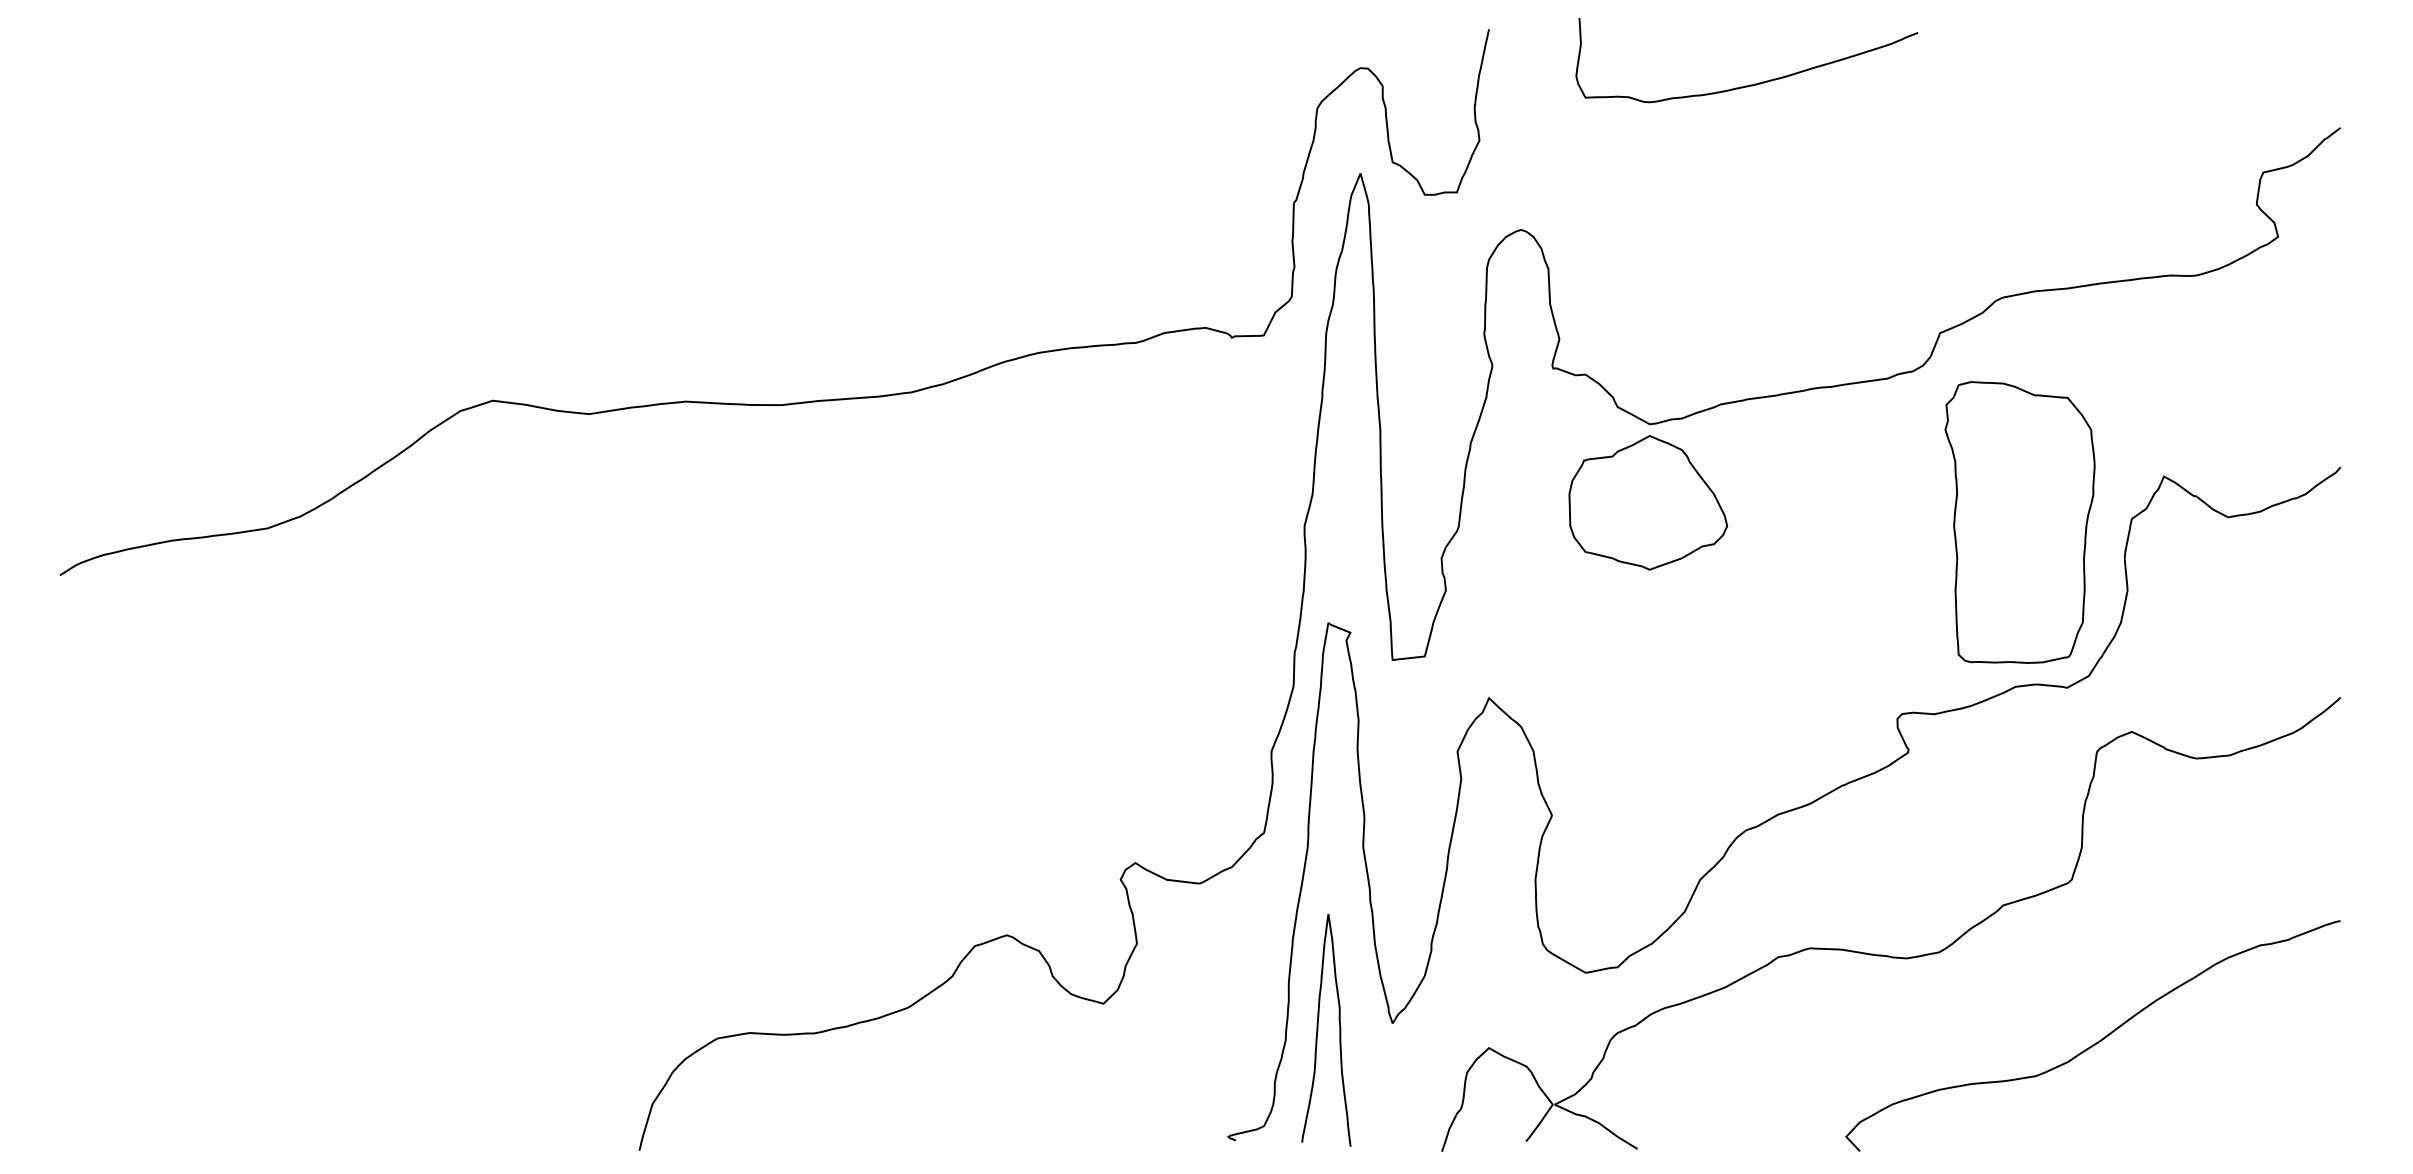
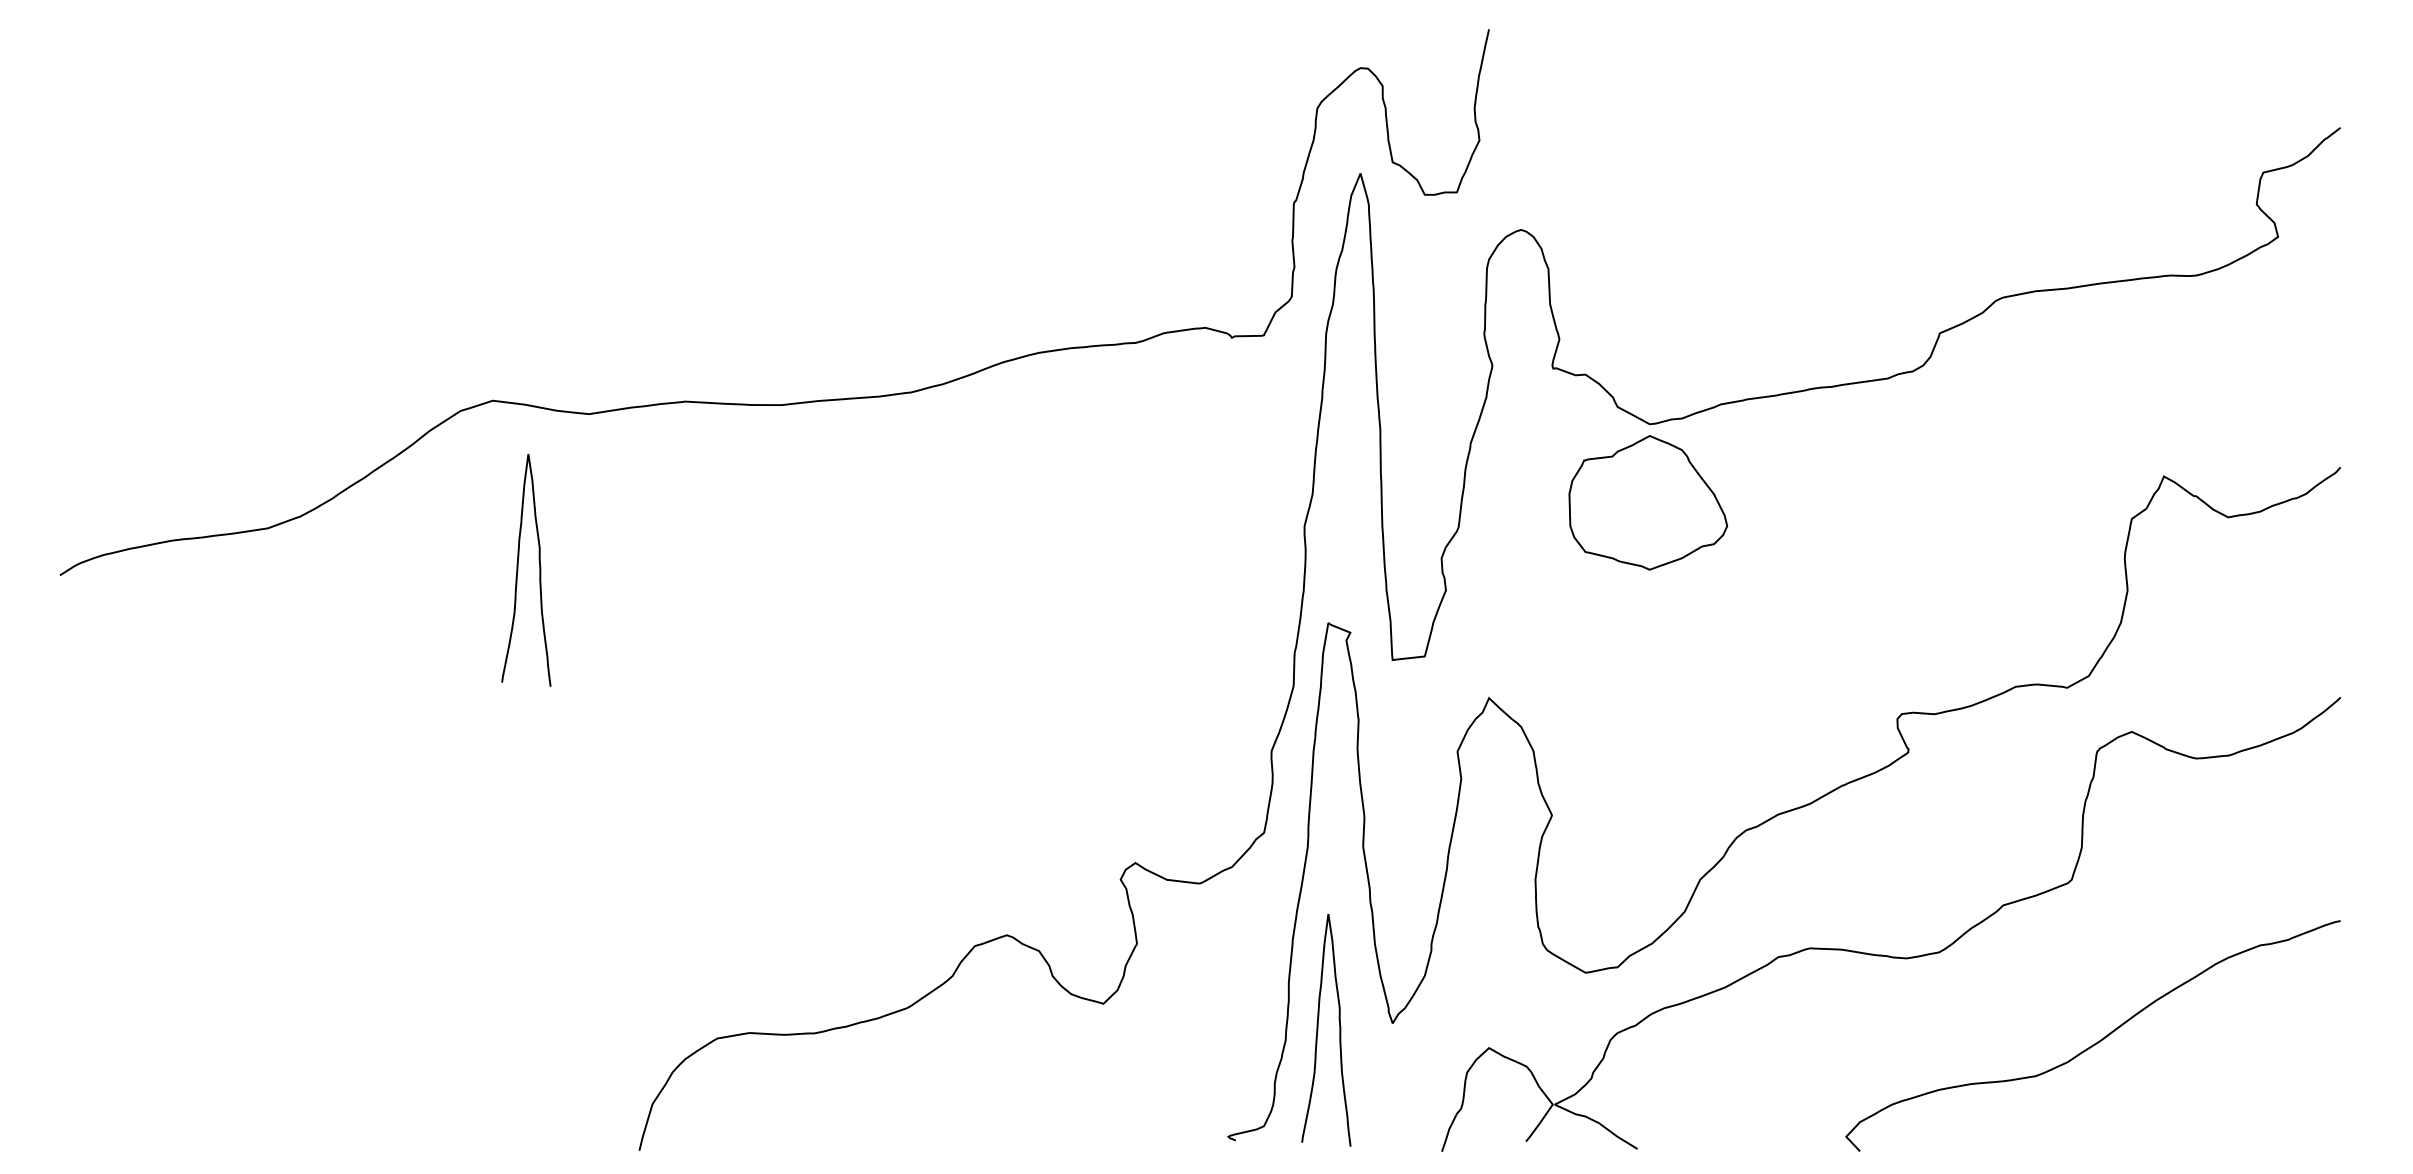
curve at (1750, 84): present -> none
part at (2019, 522): present -> none
curve at (518, 569): none -> present
